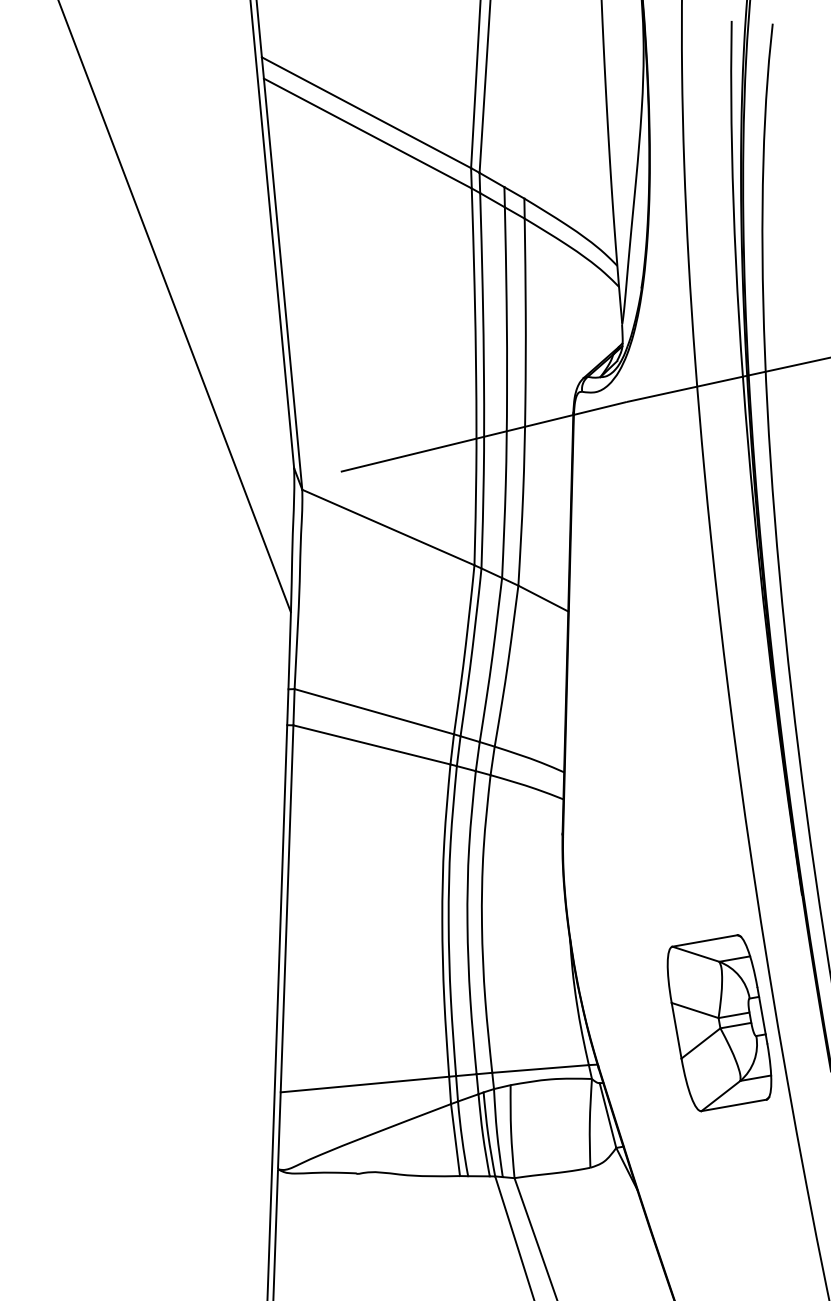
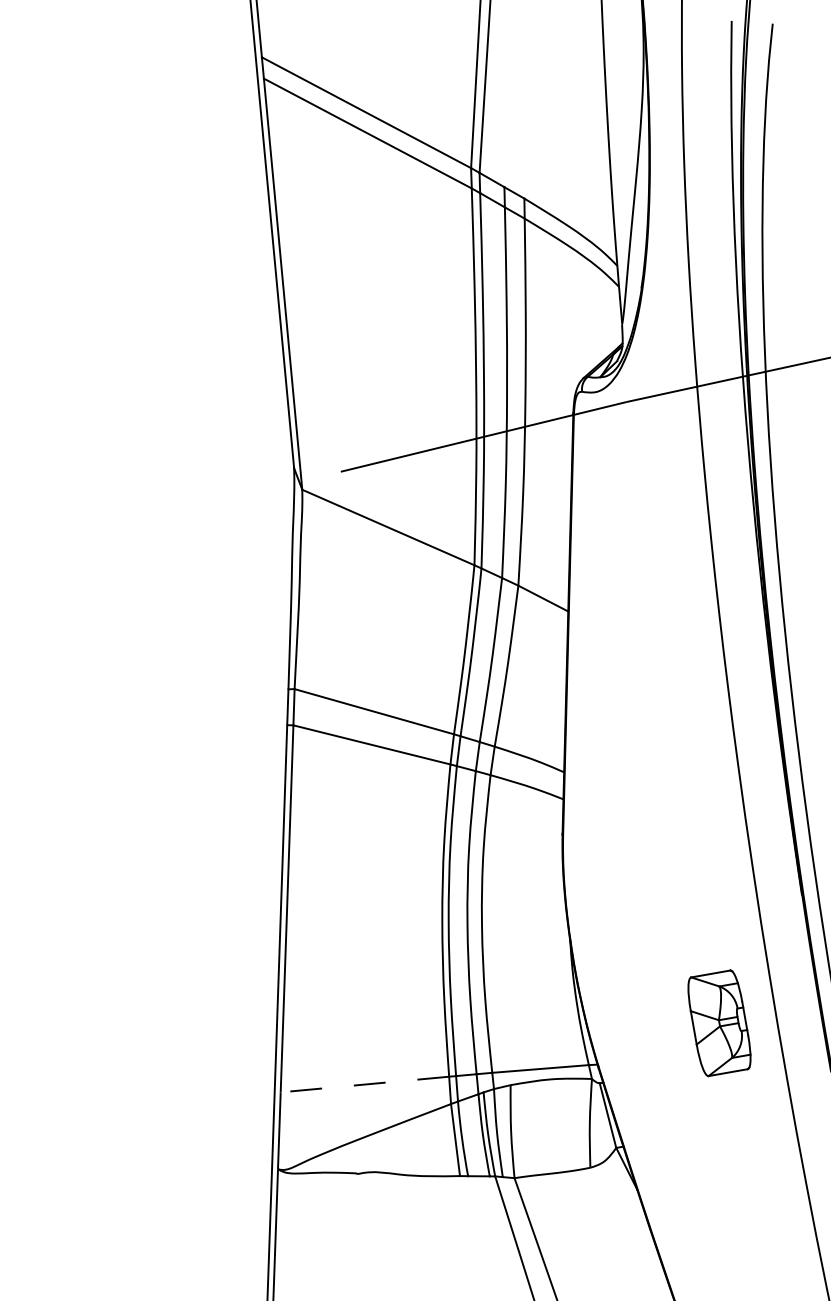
line at (174, 307): present -> none
part at (719, 1023) size: 107x179 px -> 65x109 px
line at (364, 1084): solid -> dashed
